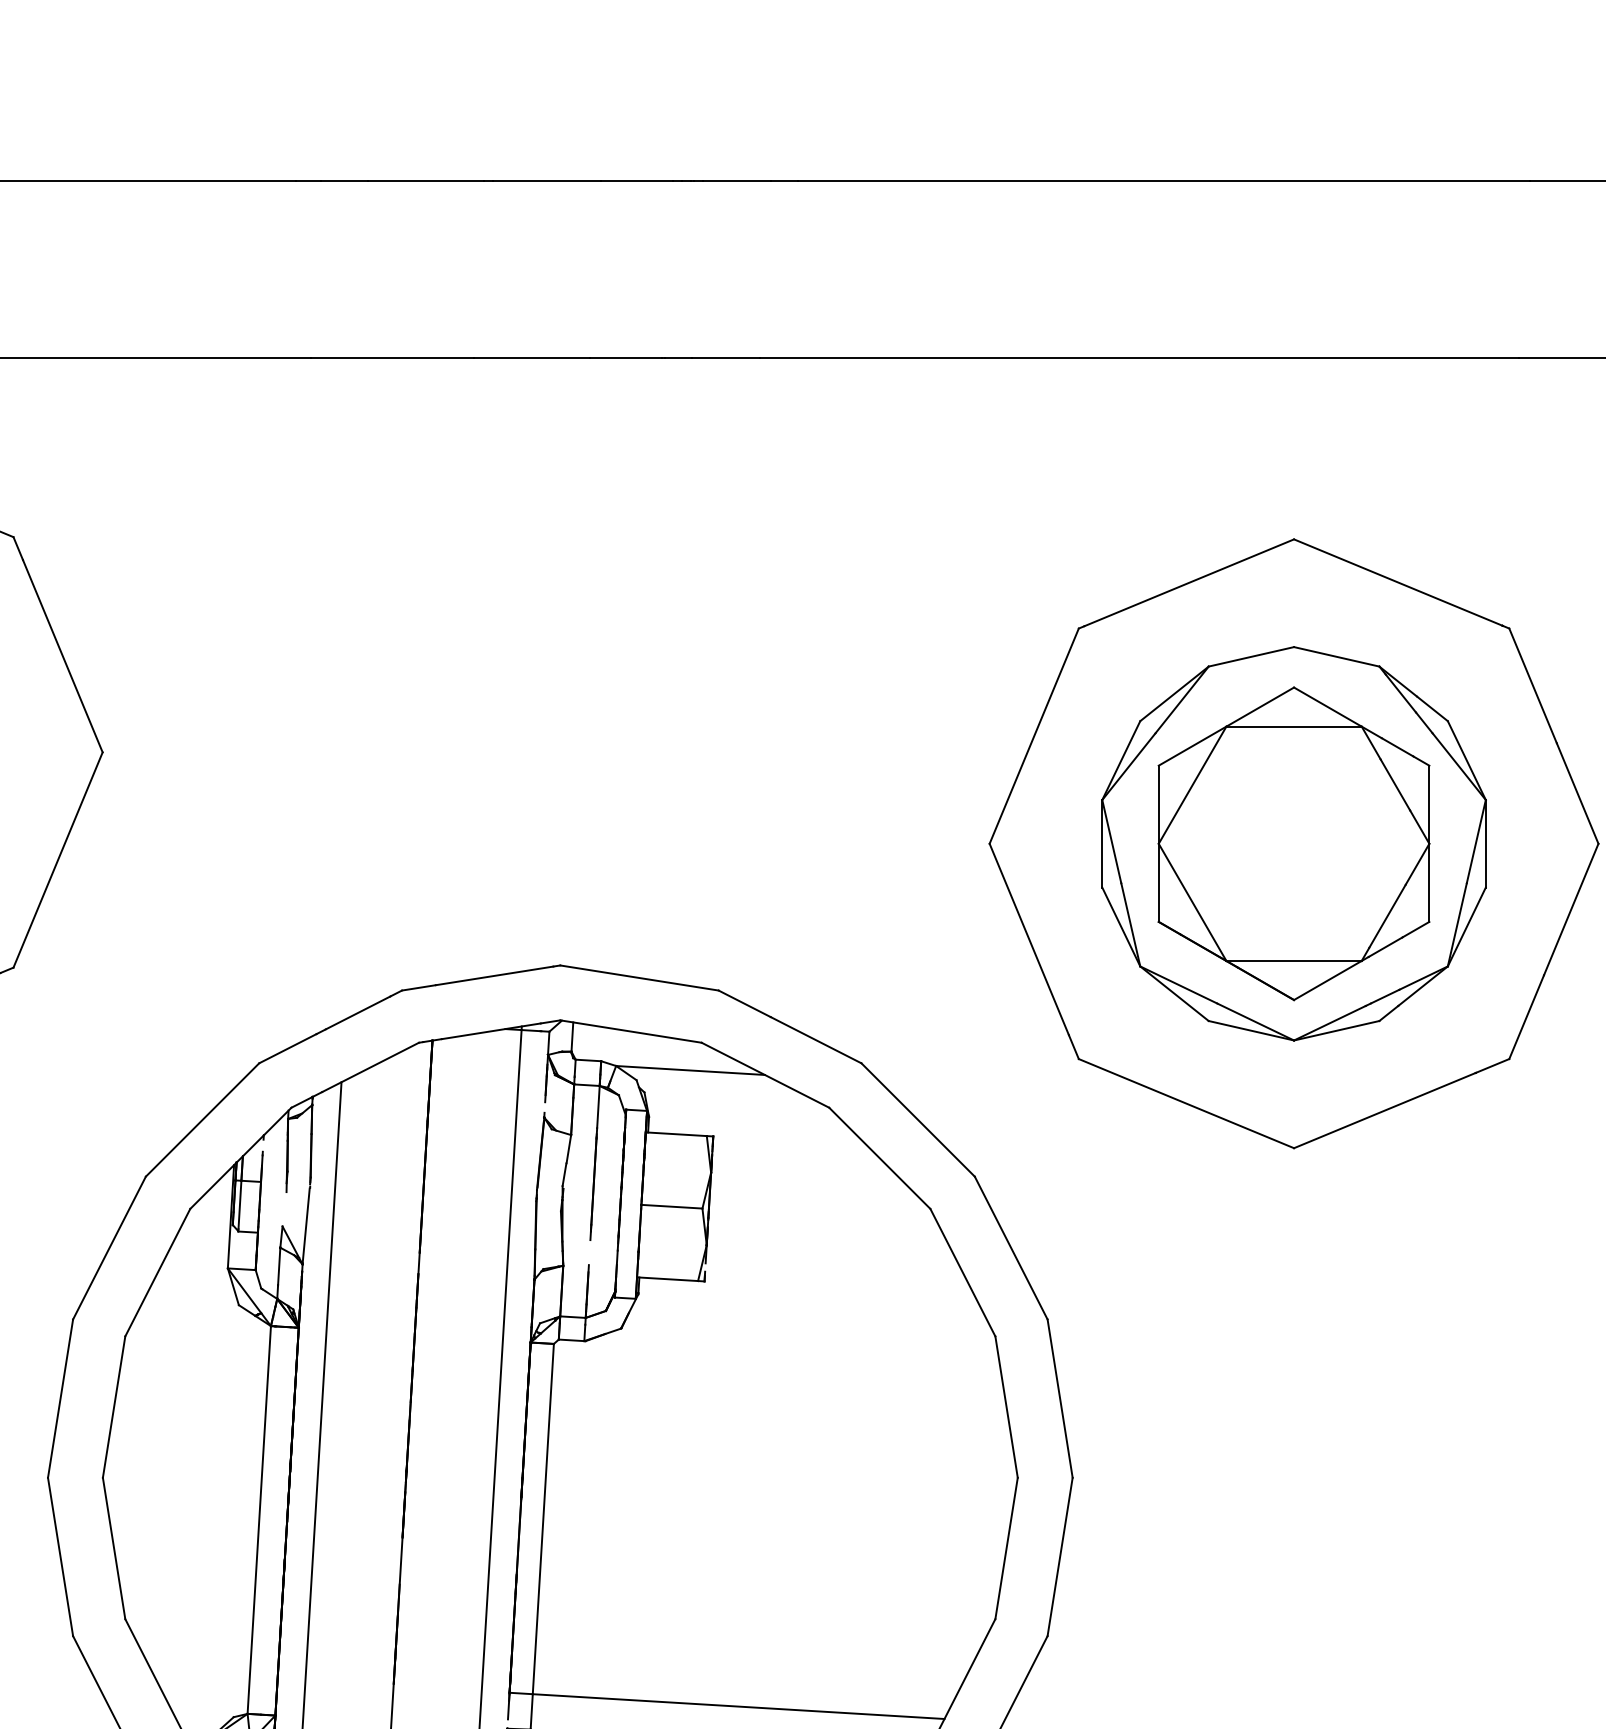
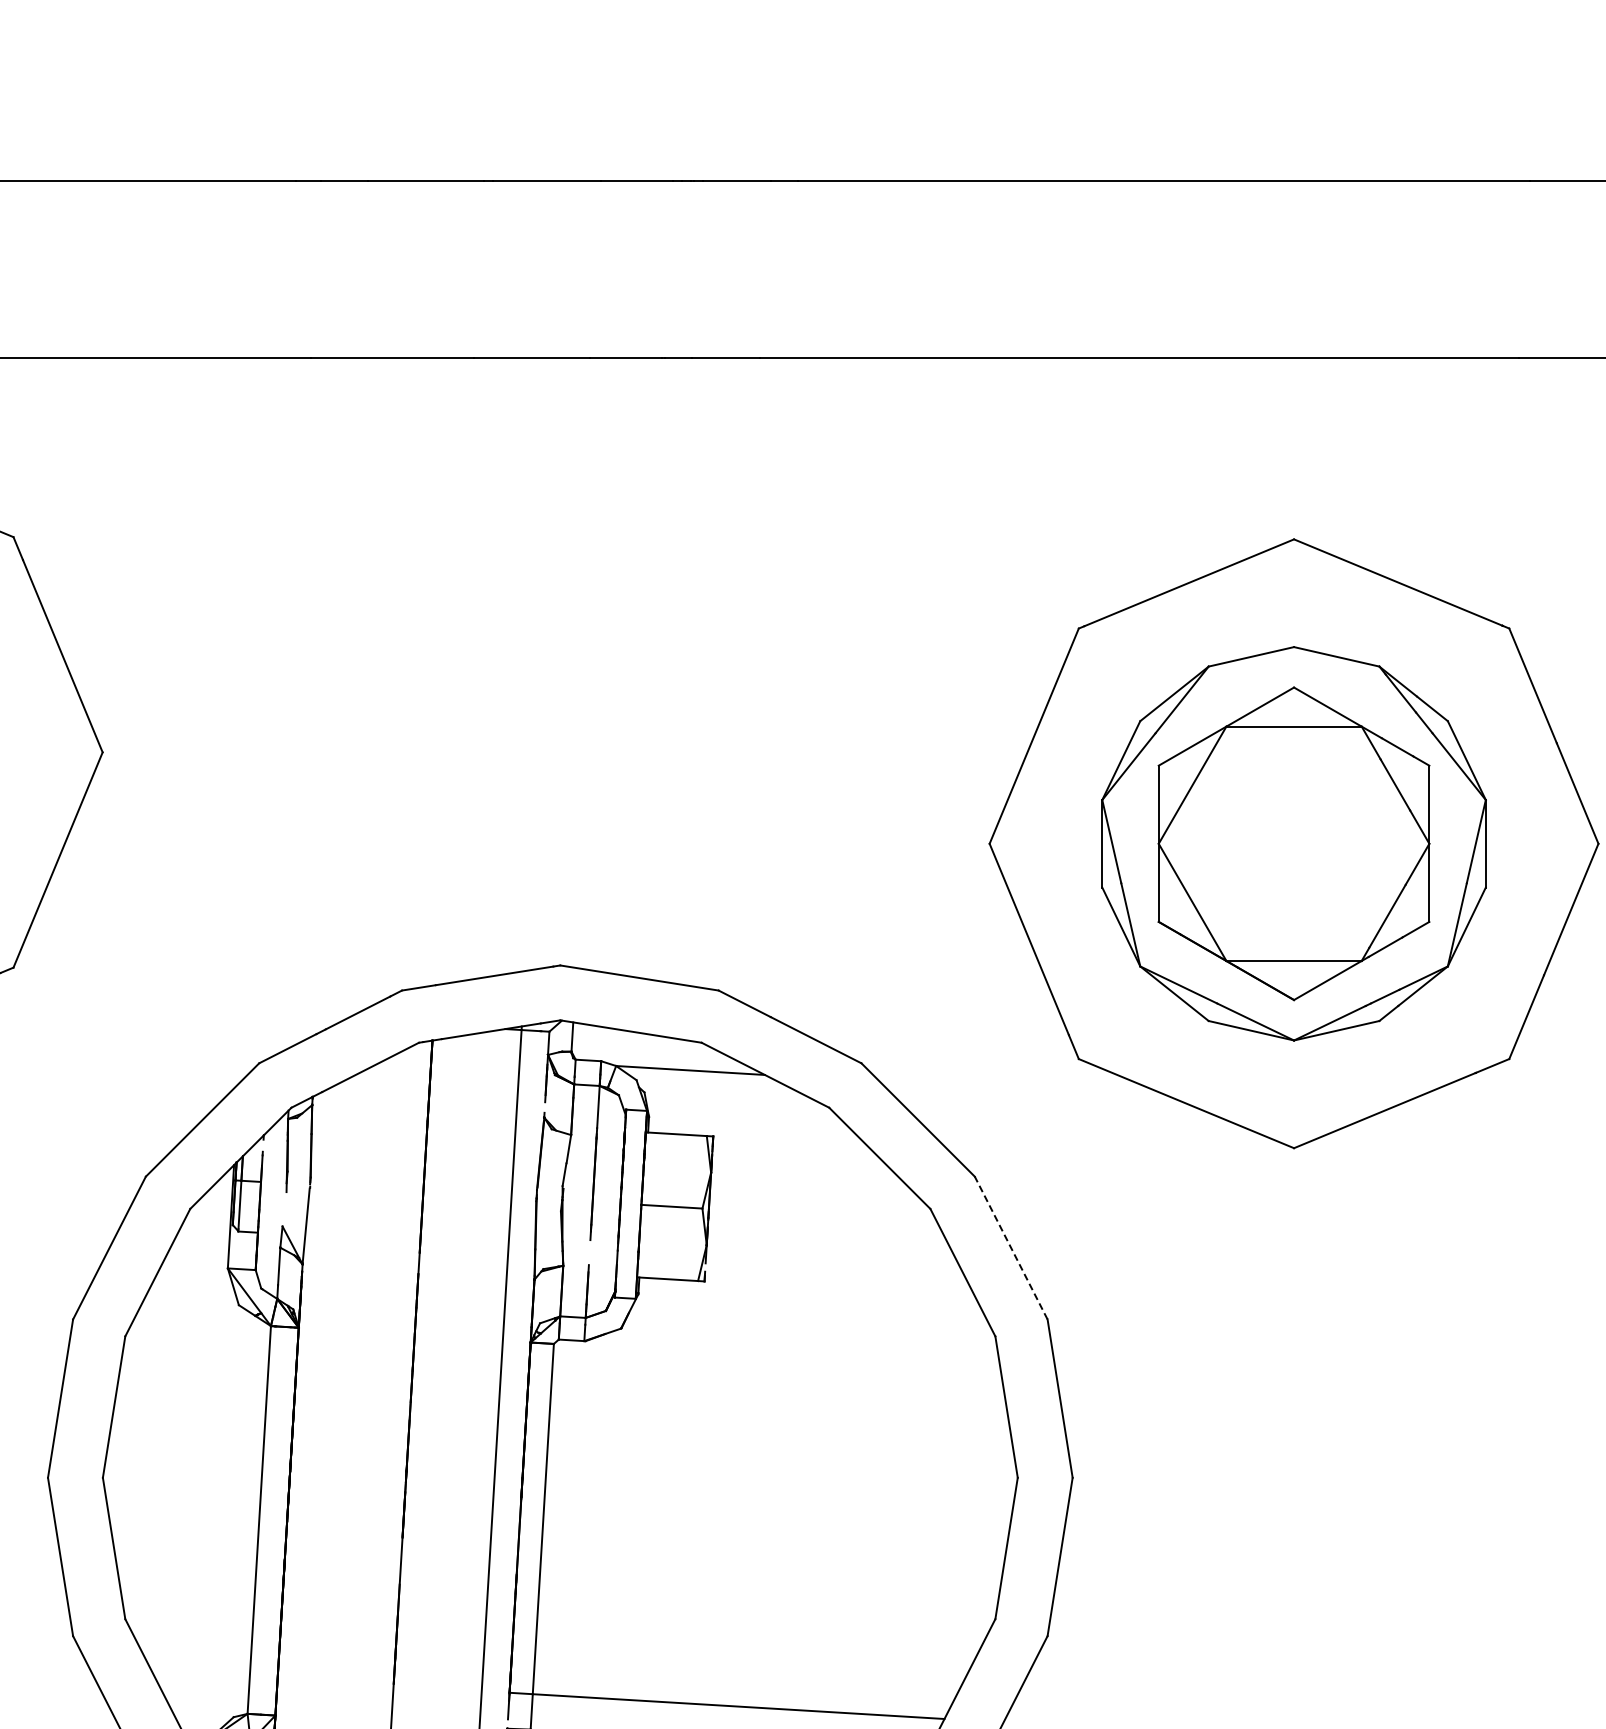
line at (1010, 1247): solid -> dashed
line at (321, 1403): present -> none
